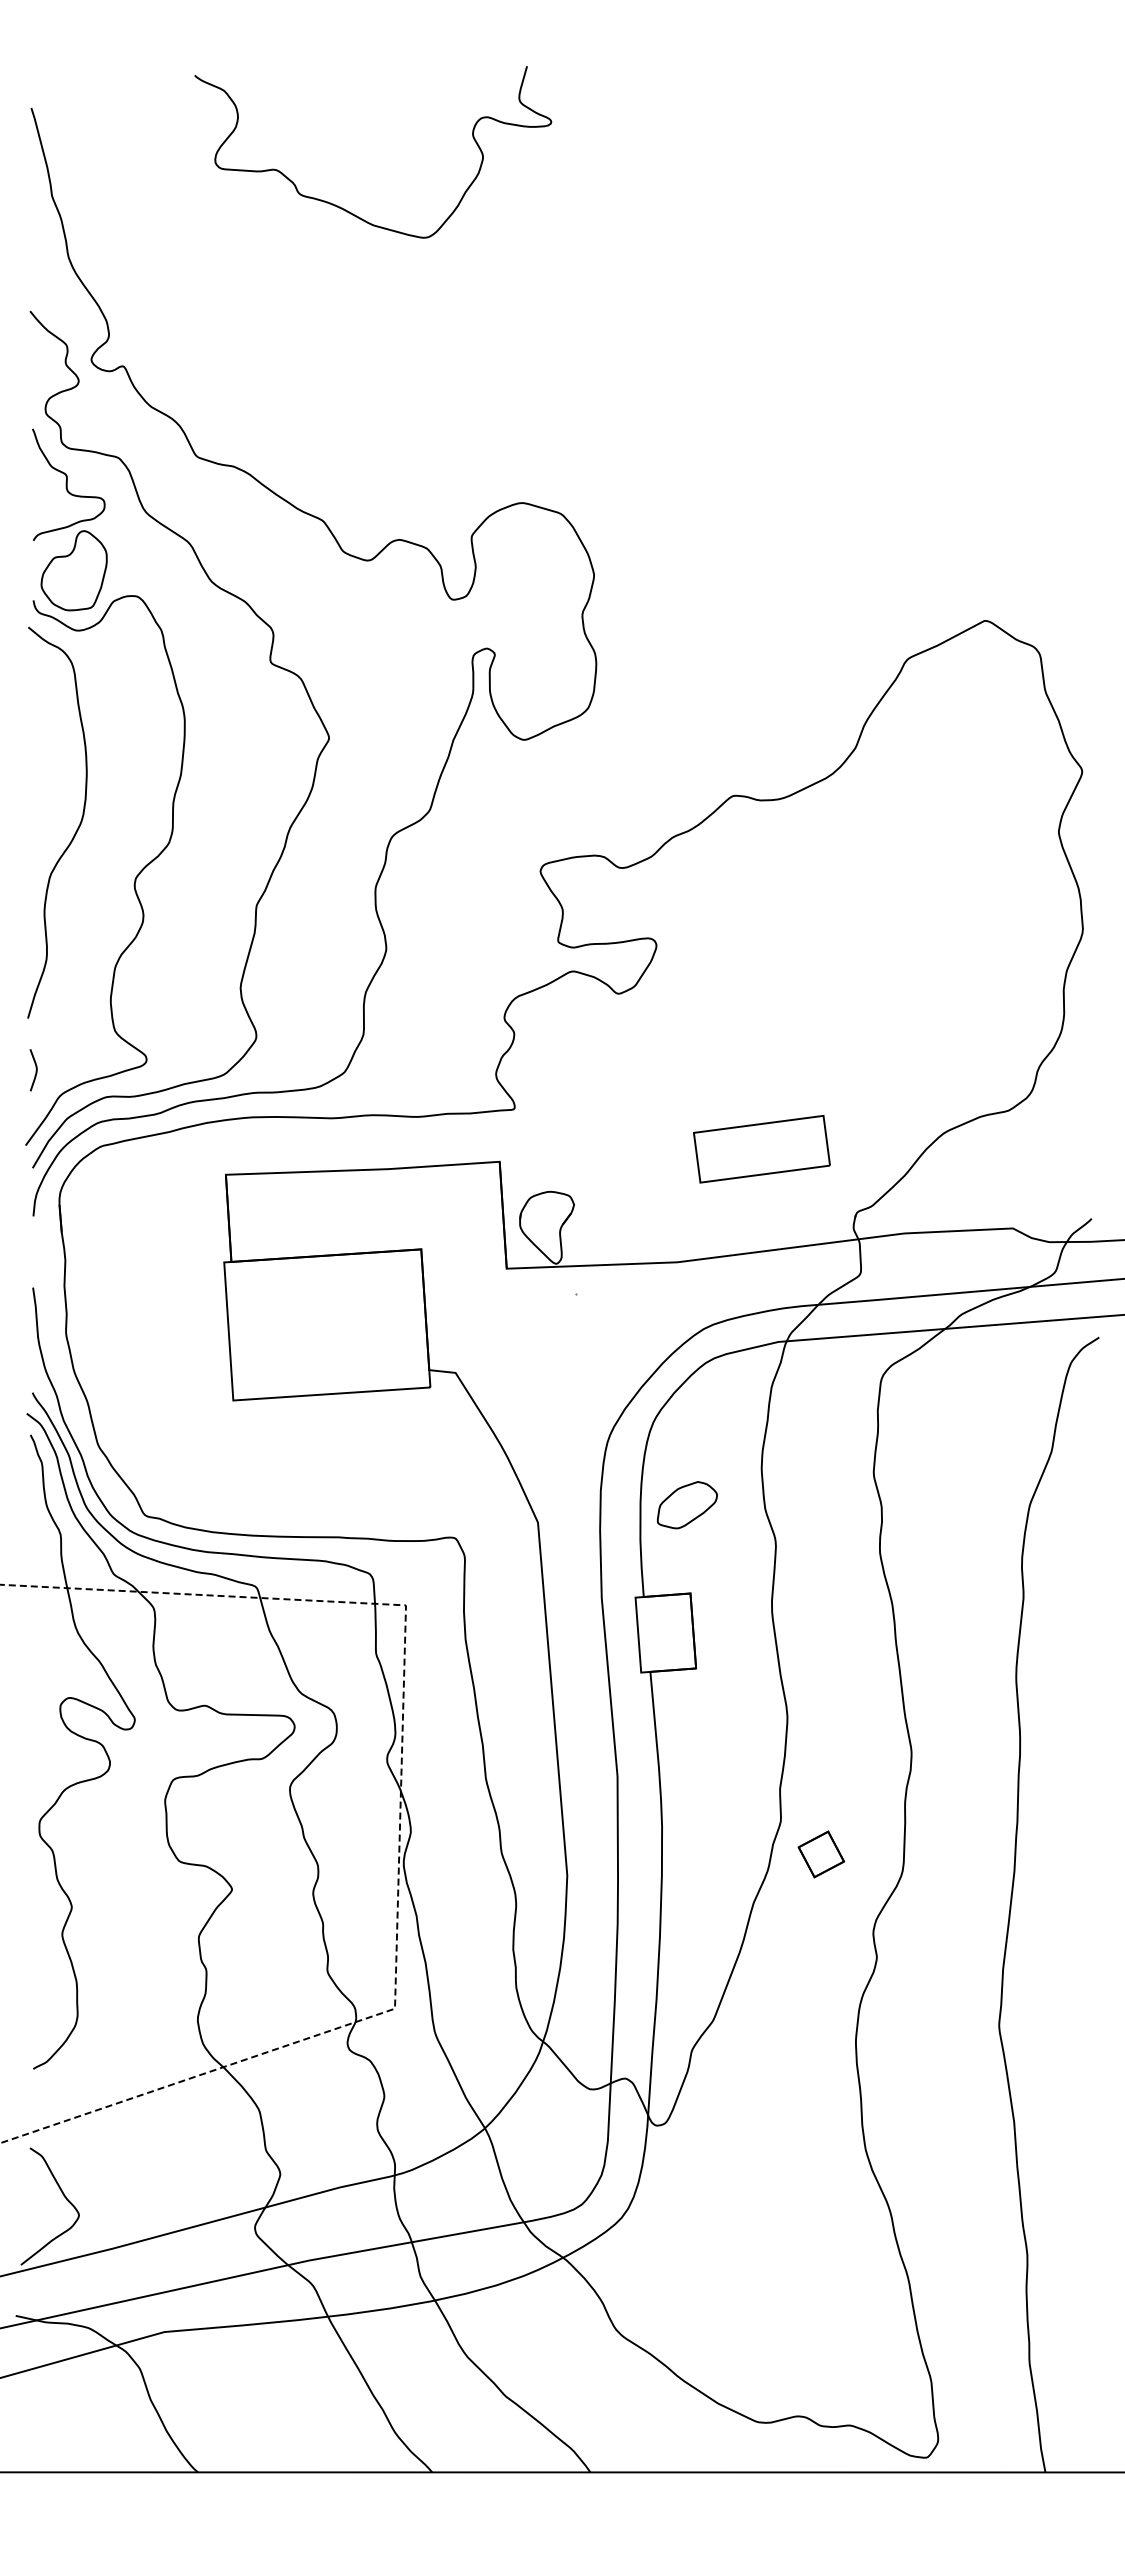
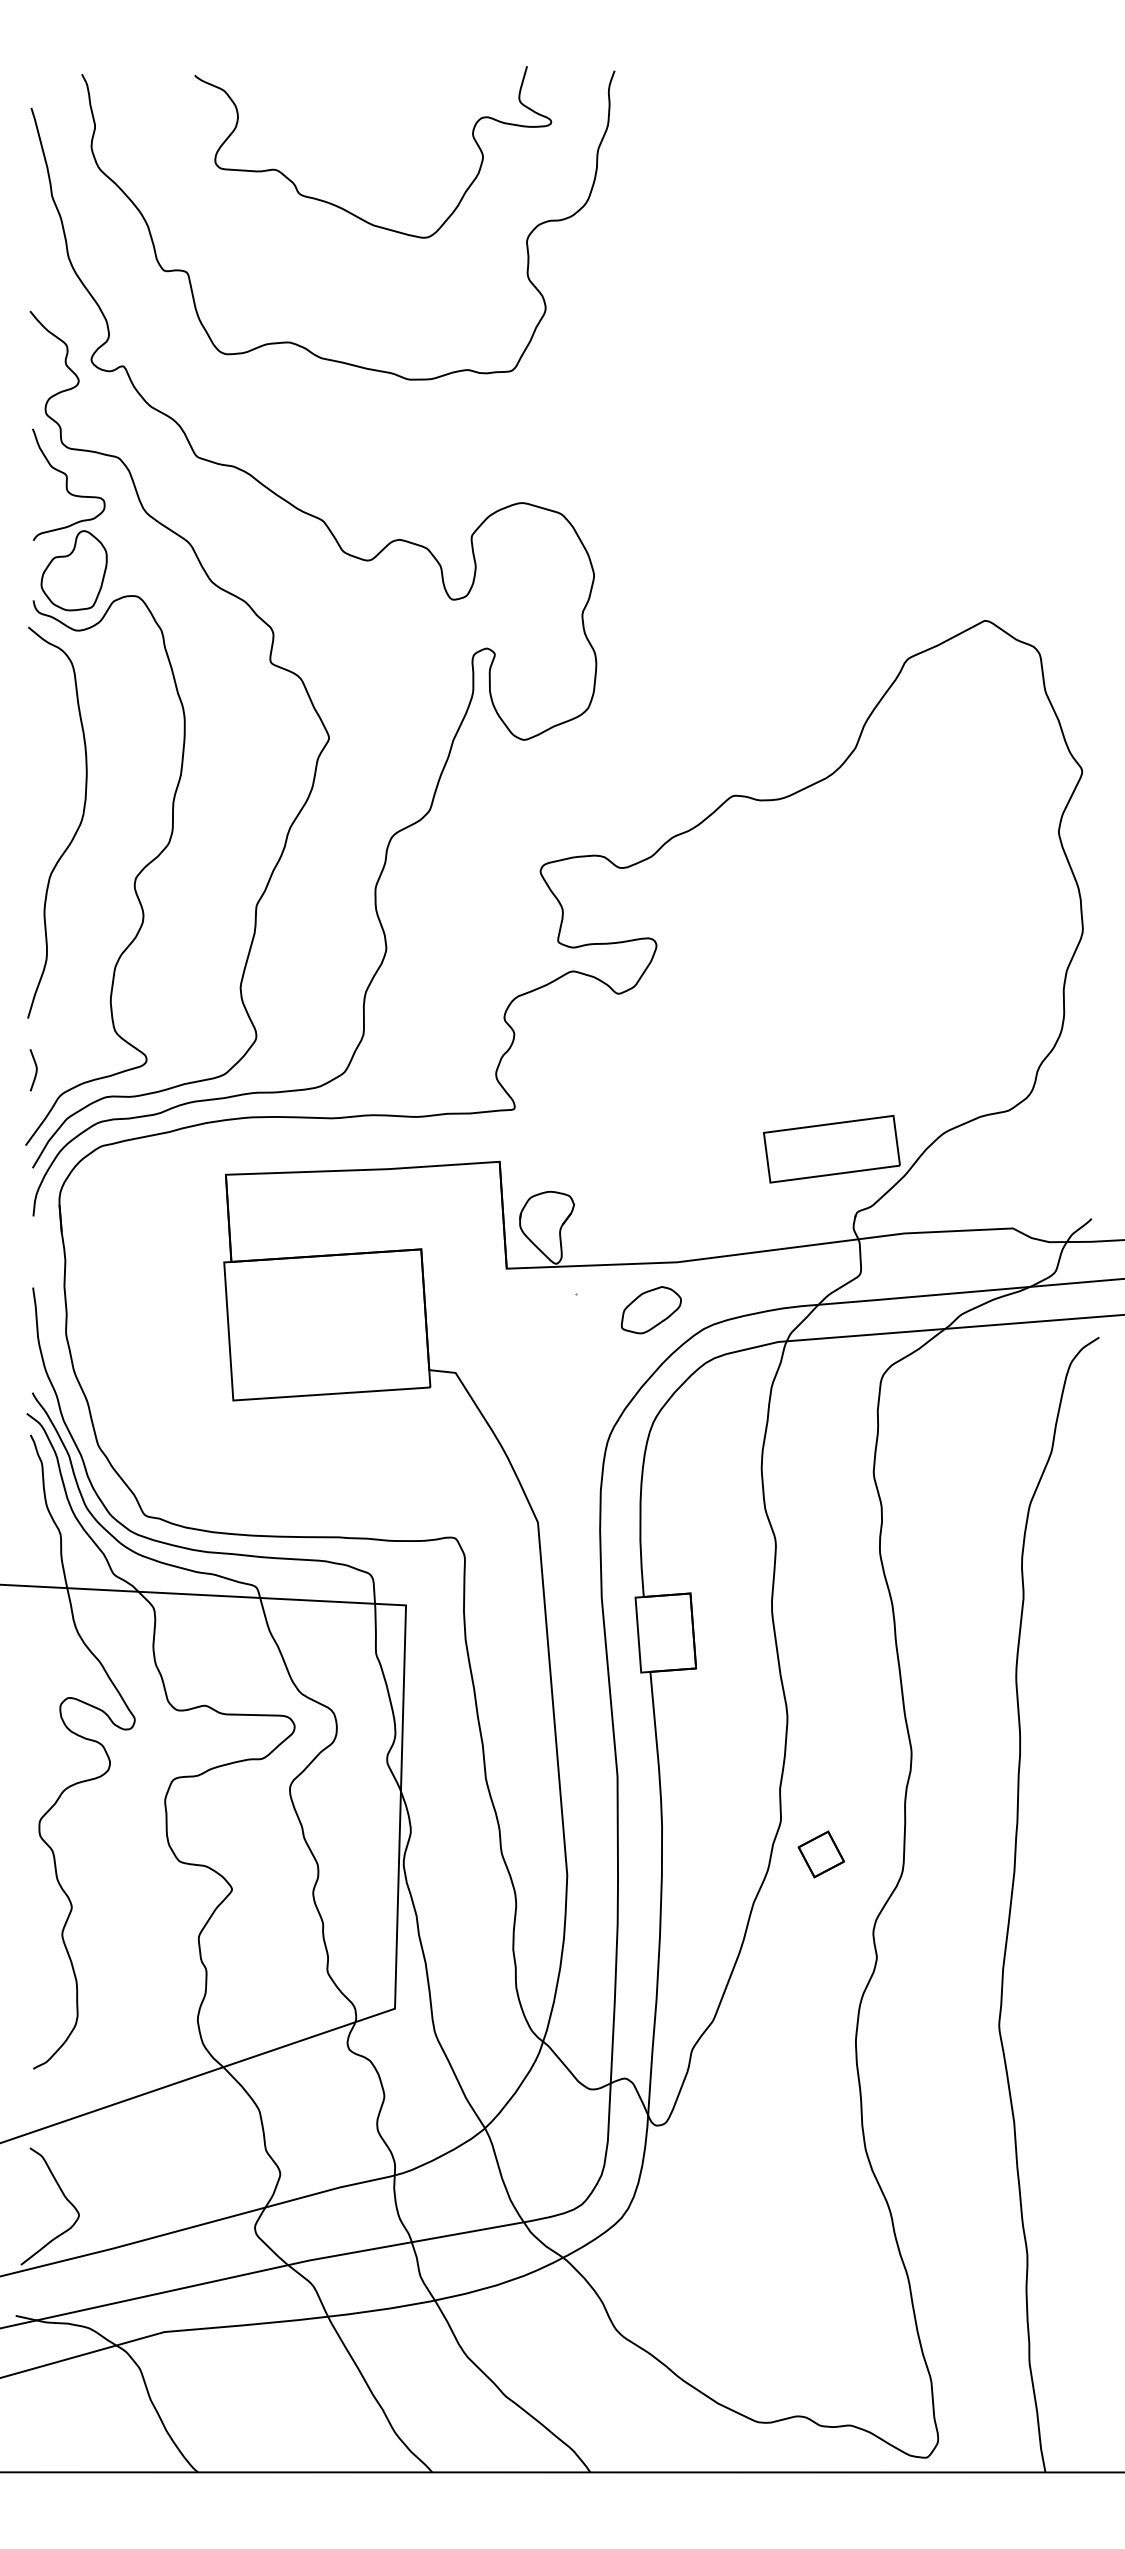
curve at (299, 344): none -> present
part at (761, 1149) position: (761, 1149) -> (831, 1149)
part at (686, 1505) position: (686, 1505) -> (650, 1310)
line at (400, 1813): dashed -> solid
